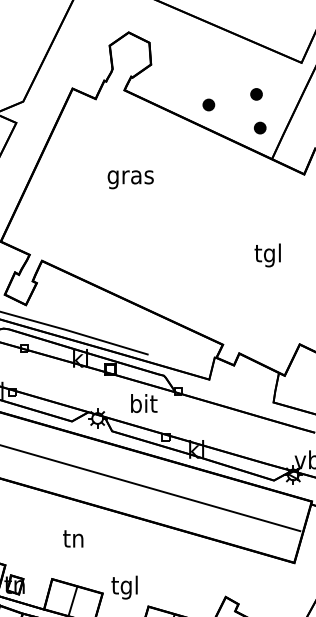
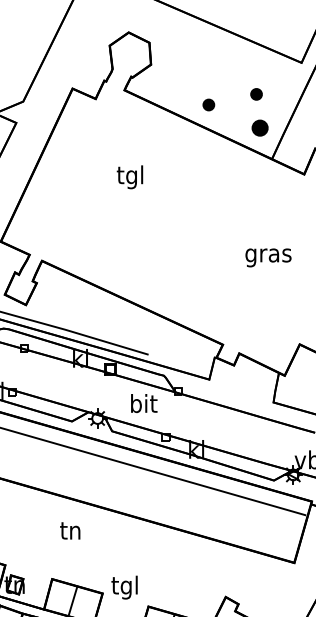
part at (260, 127) size: 13x14 px -> 18x18 px
text at (130, 177): gras -> tgl
text at (268, 255): tgl -> gras
line at (151, 488) position: (151, 488) -> (153, 471)
text at (73, 538) position: (73, 538) -> (70, 530)
